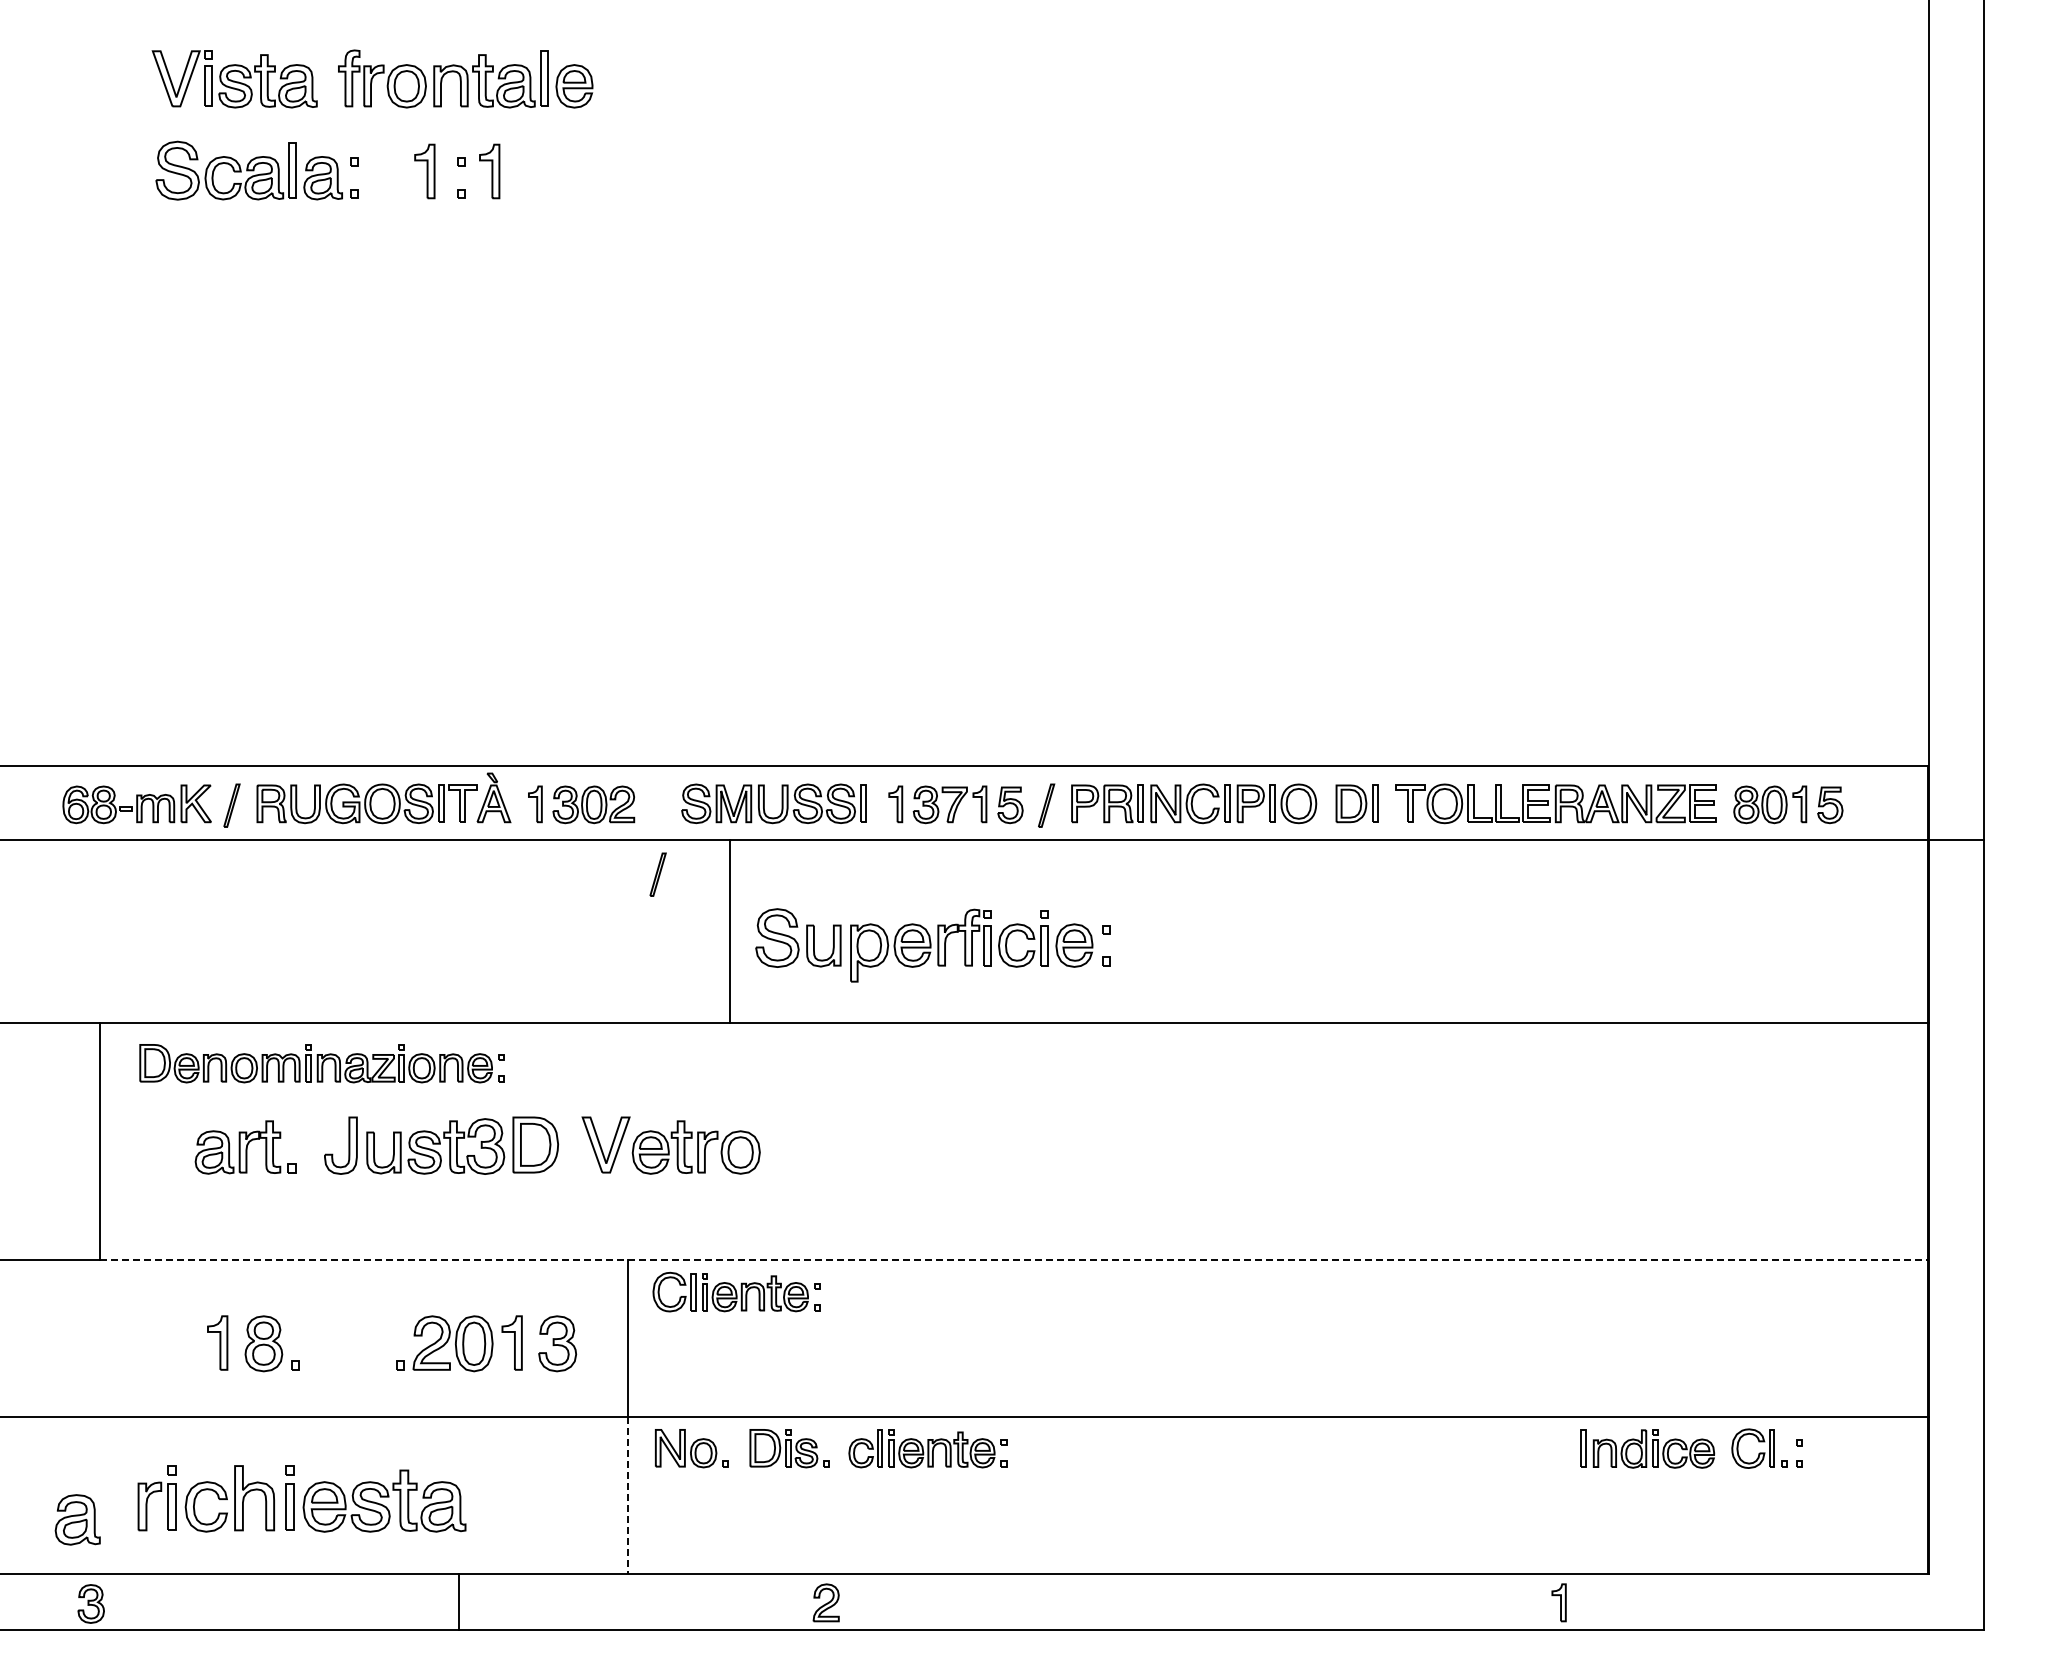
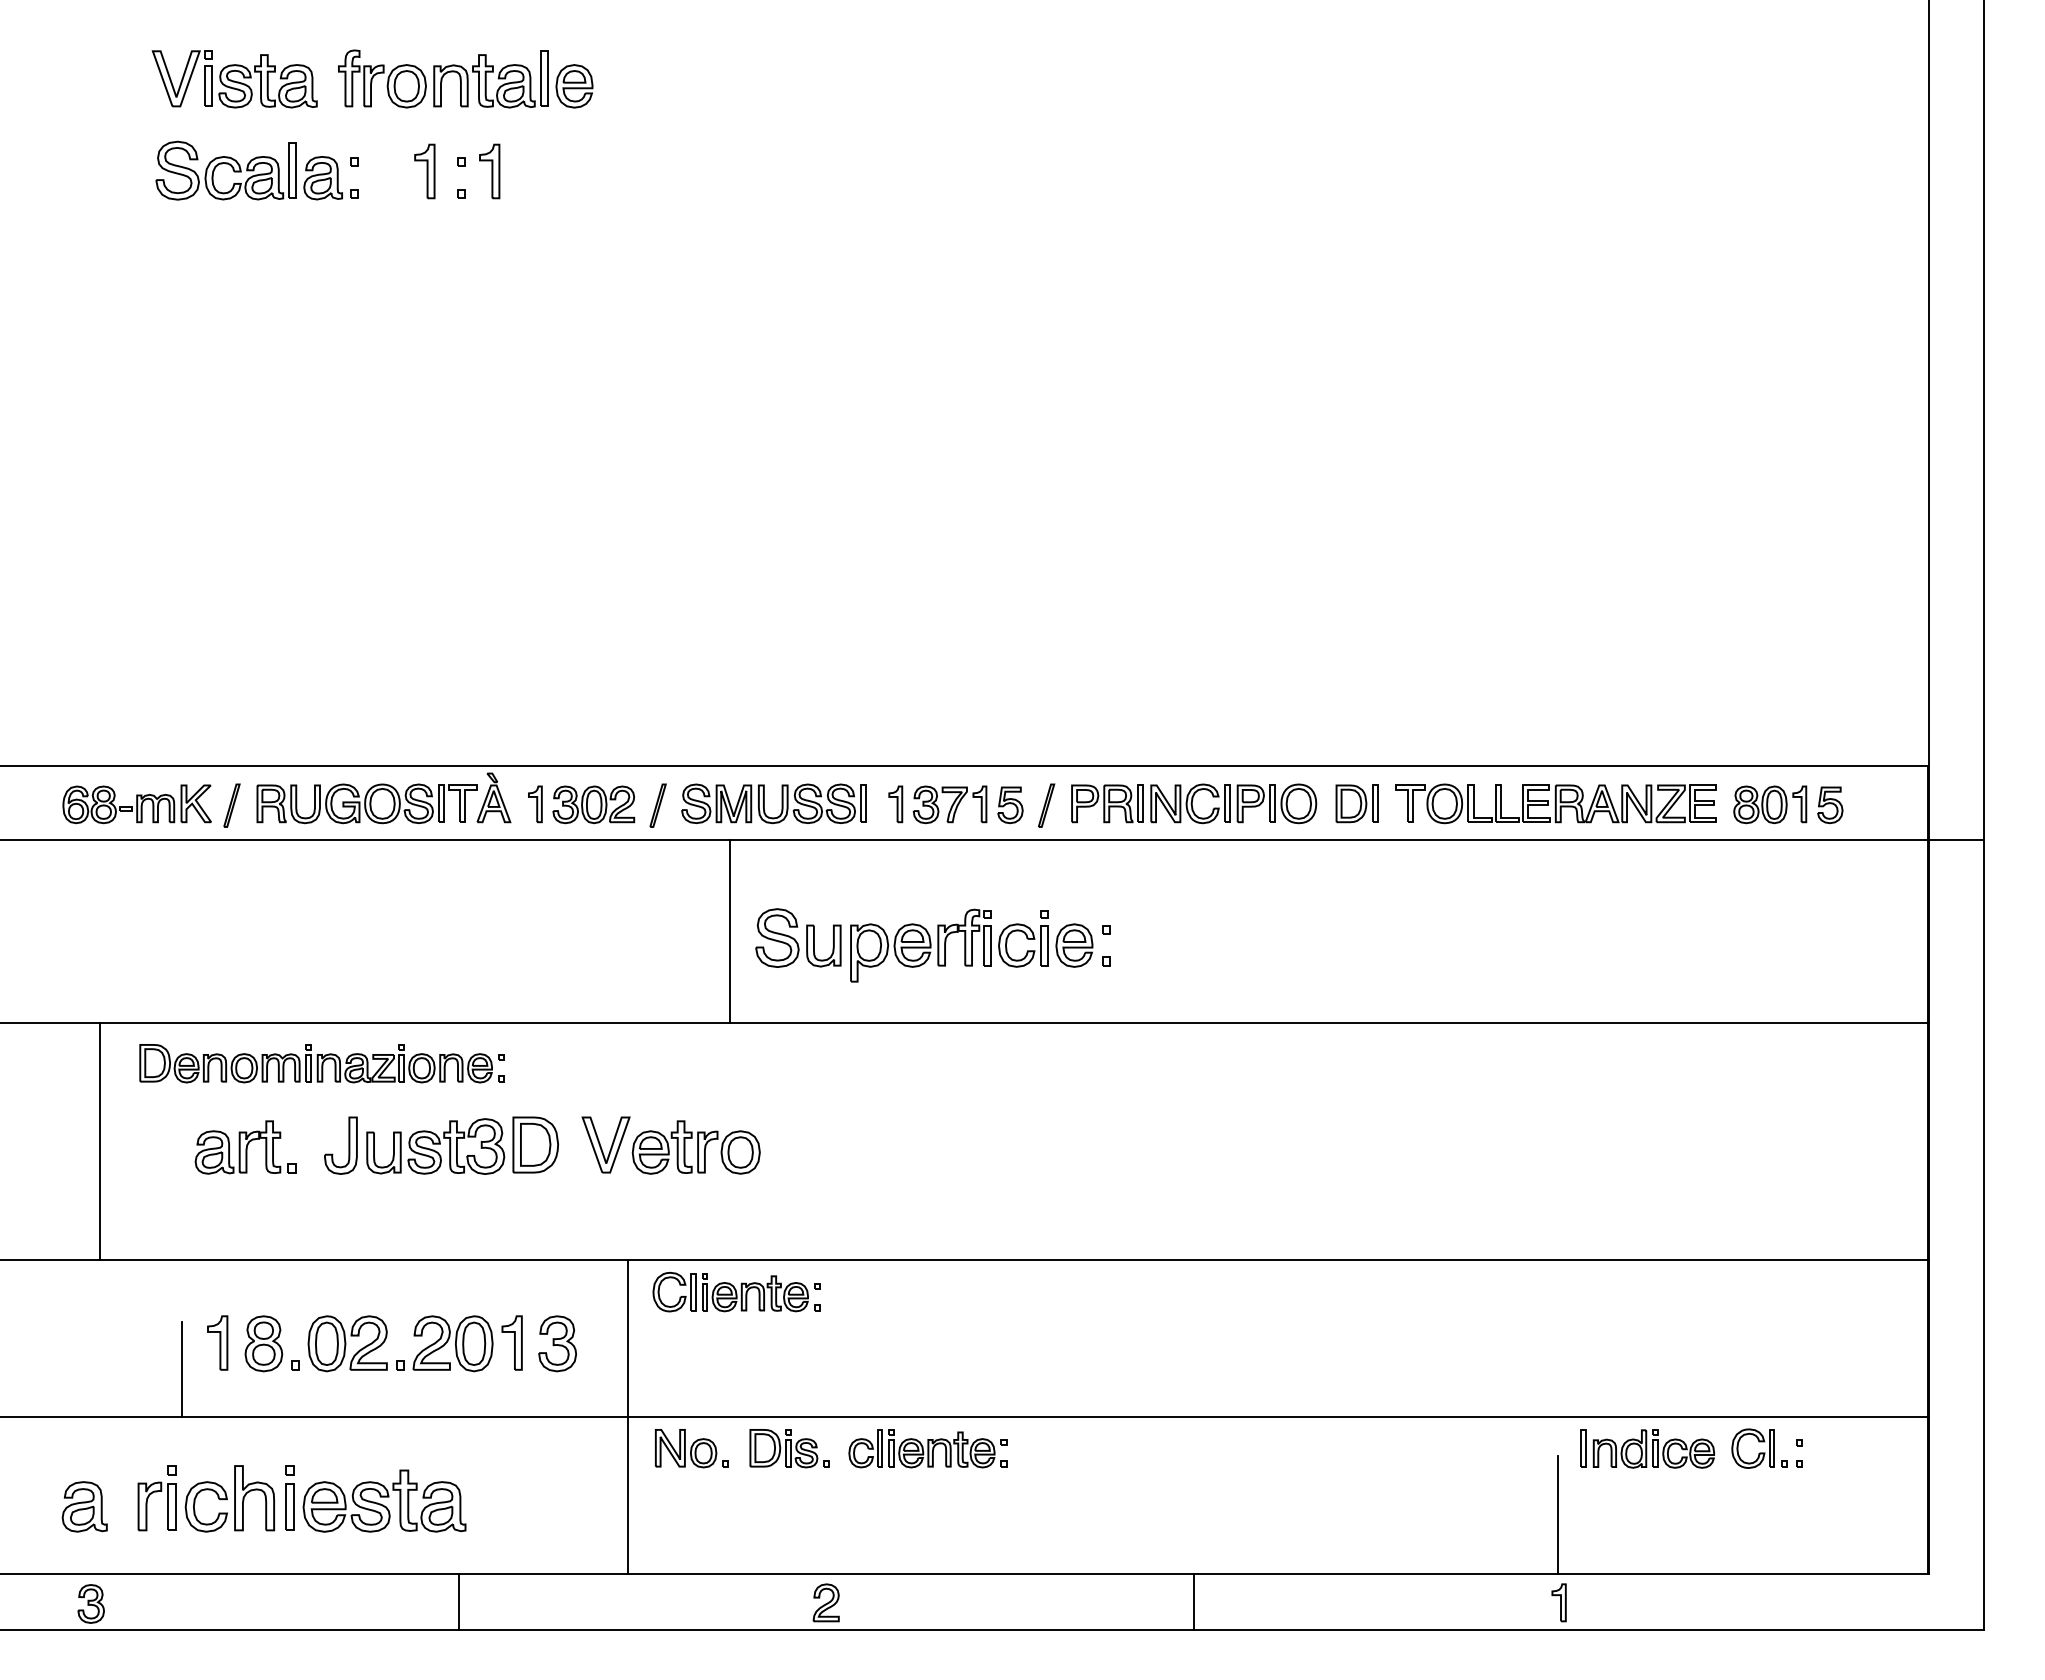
part at (657, 874) position: (657, 874) -> (657, 805)
line at (1014, 1260): dashed -> solid
part at (347, 1343): none -> present
line at (182, 1369): none -> present
line at (627, 1495): dashed -> solid
line at (1558, 1515): none -> present
part at (77, 1519) position: (77, 1519) -> (84, 1506)
line at (1193, 1601): none -> present
